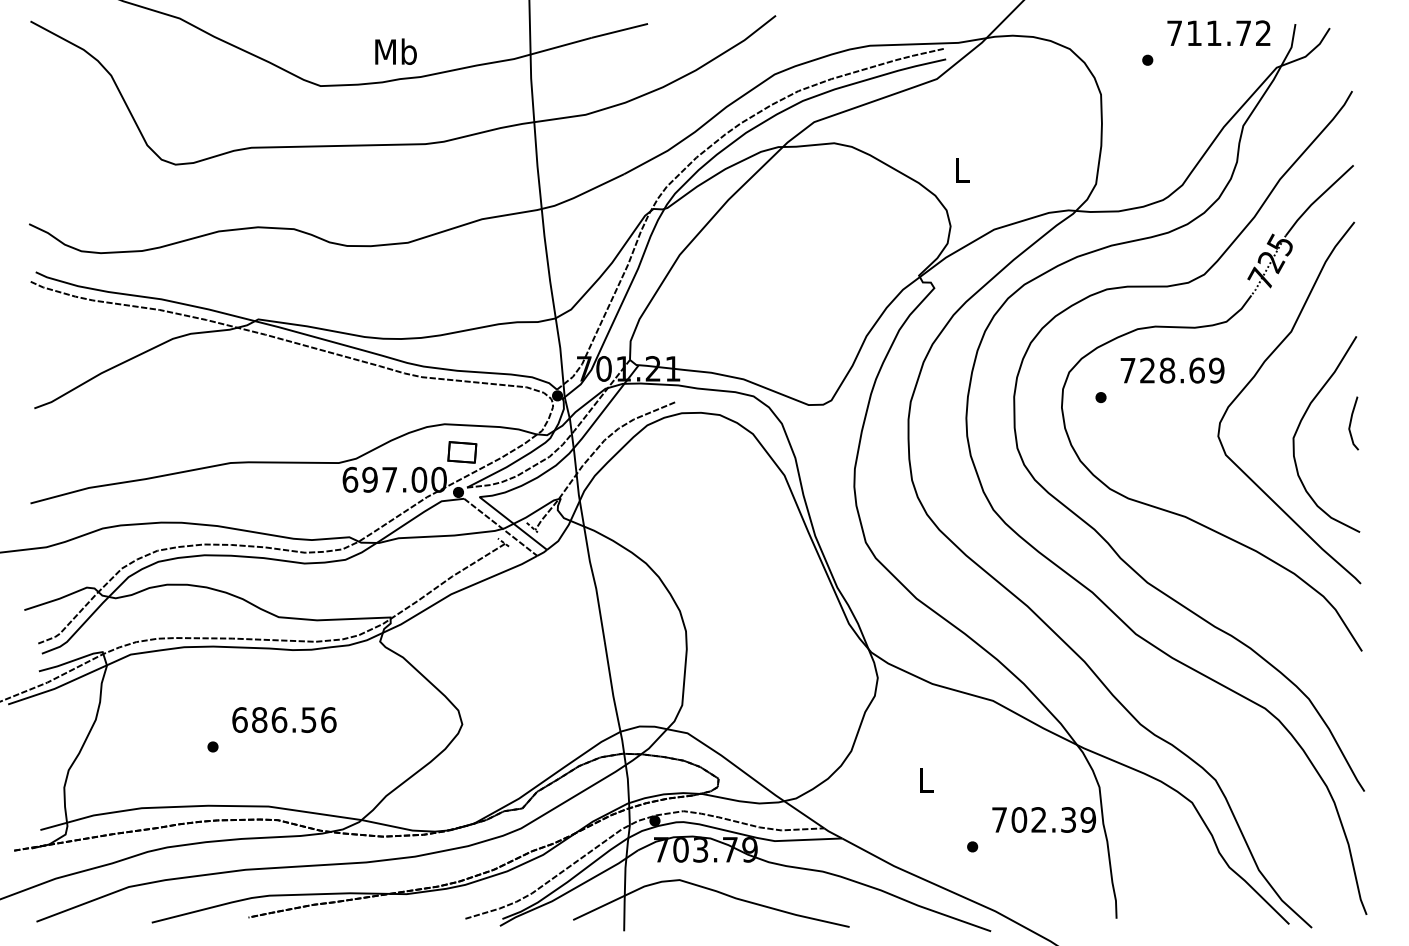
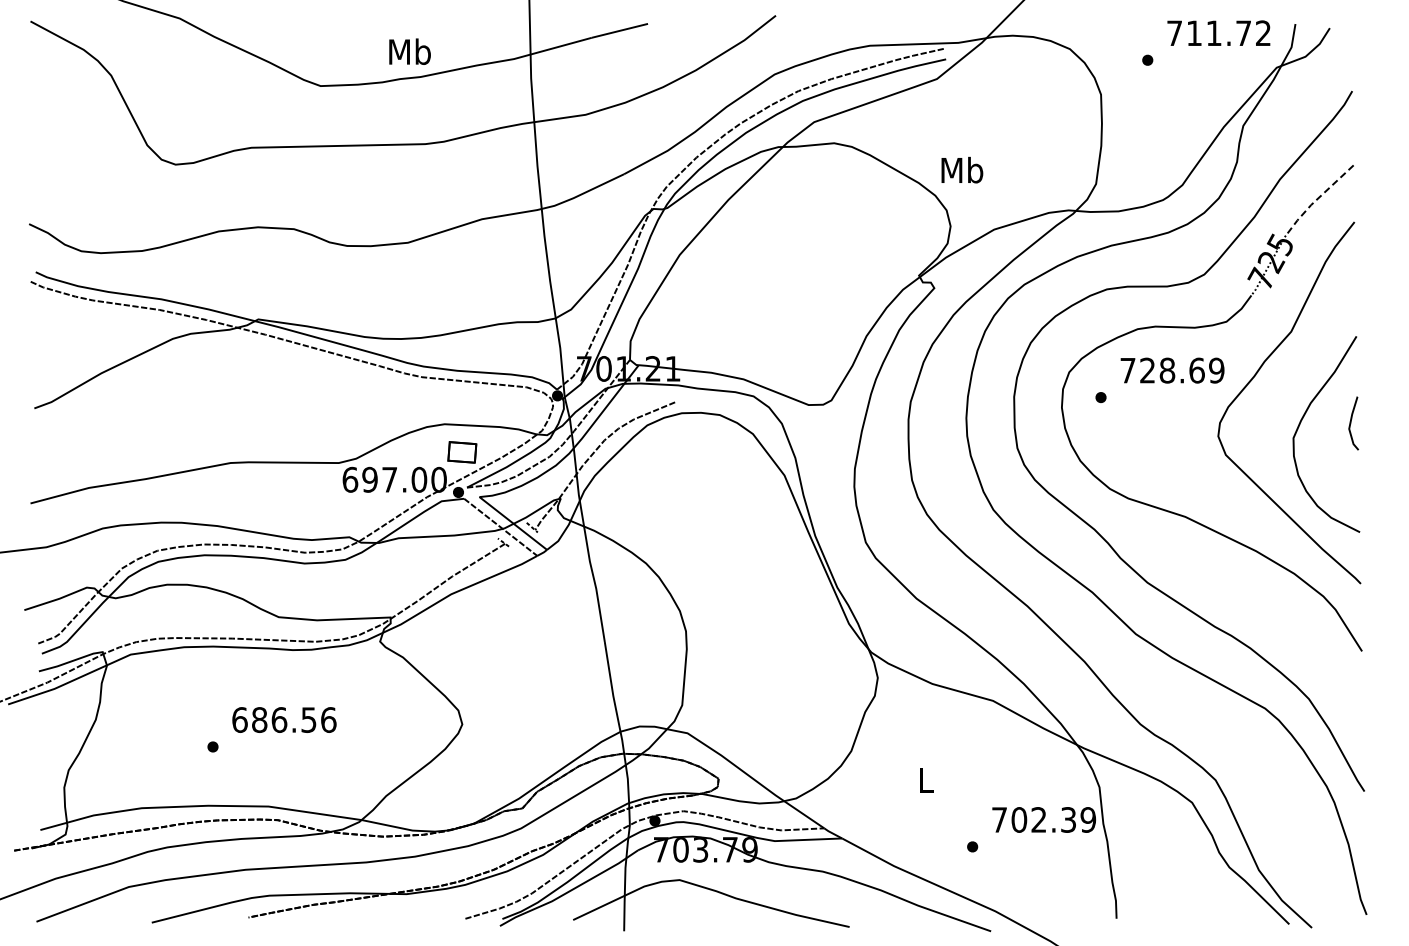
text at (395, 51) position: (395, 51) -> (409, 51)
text at (962, 169): L -> Mb
line at (1317, 199): solid -> dashed
